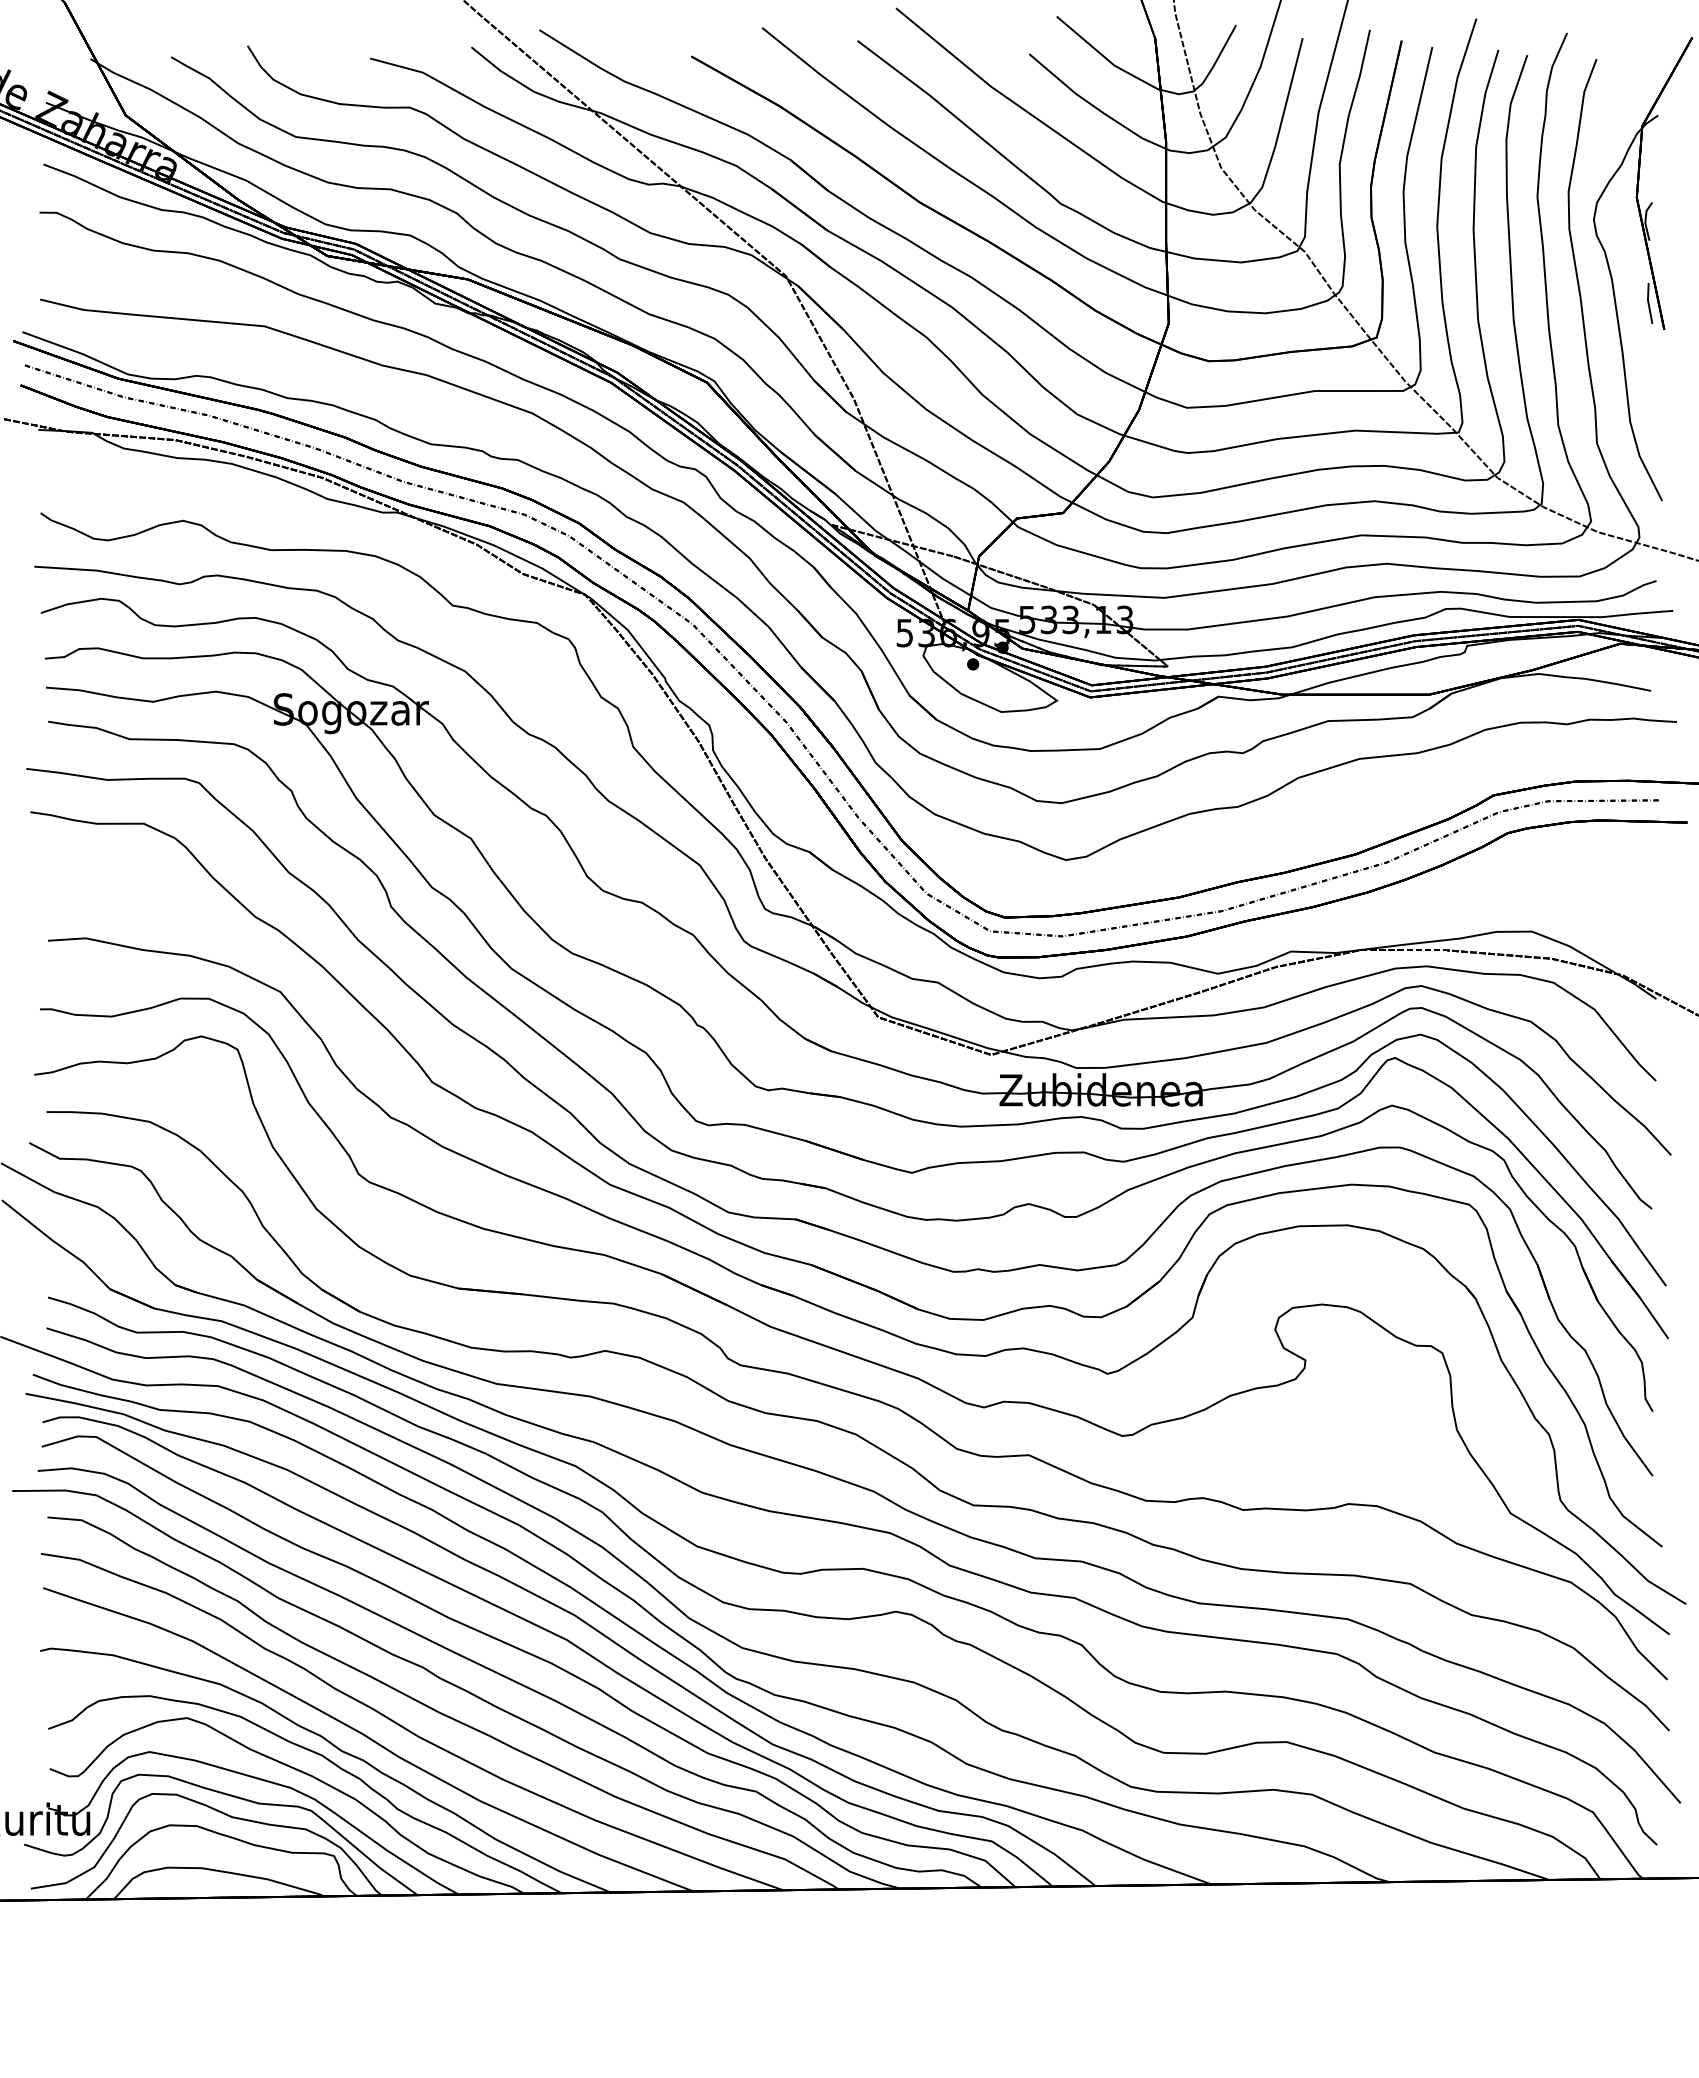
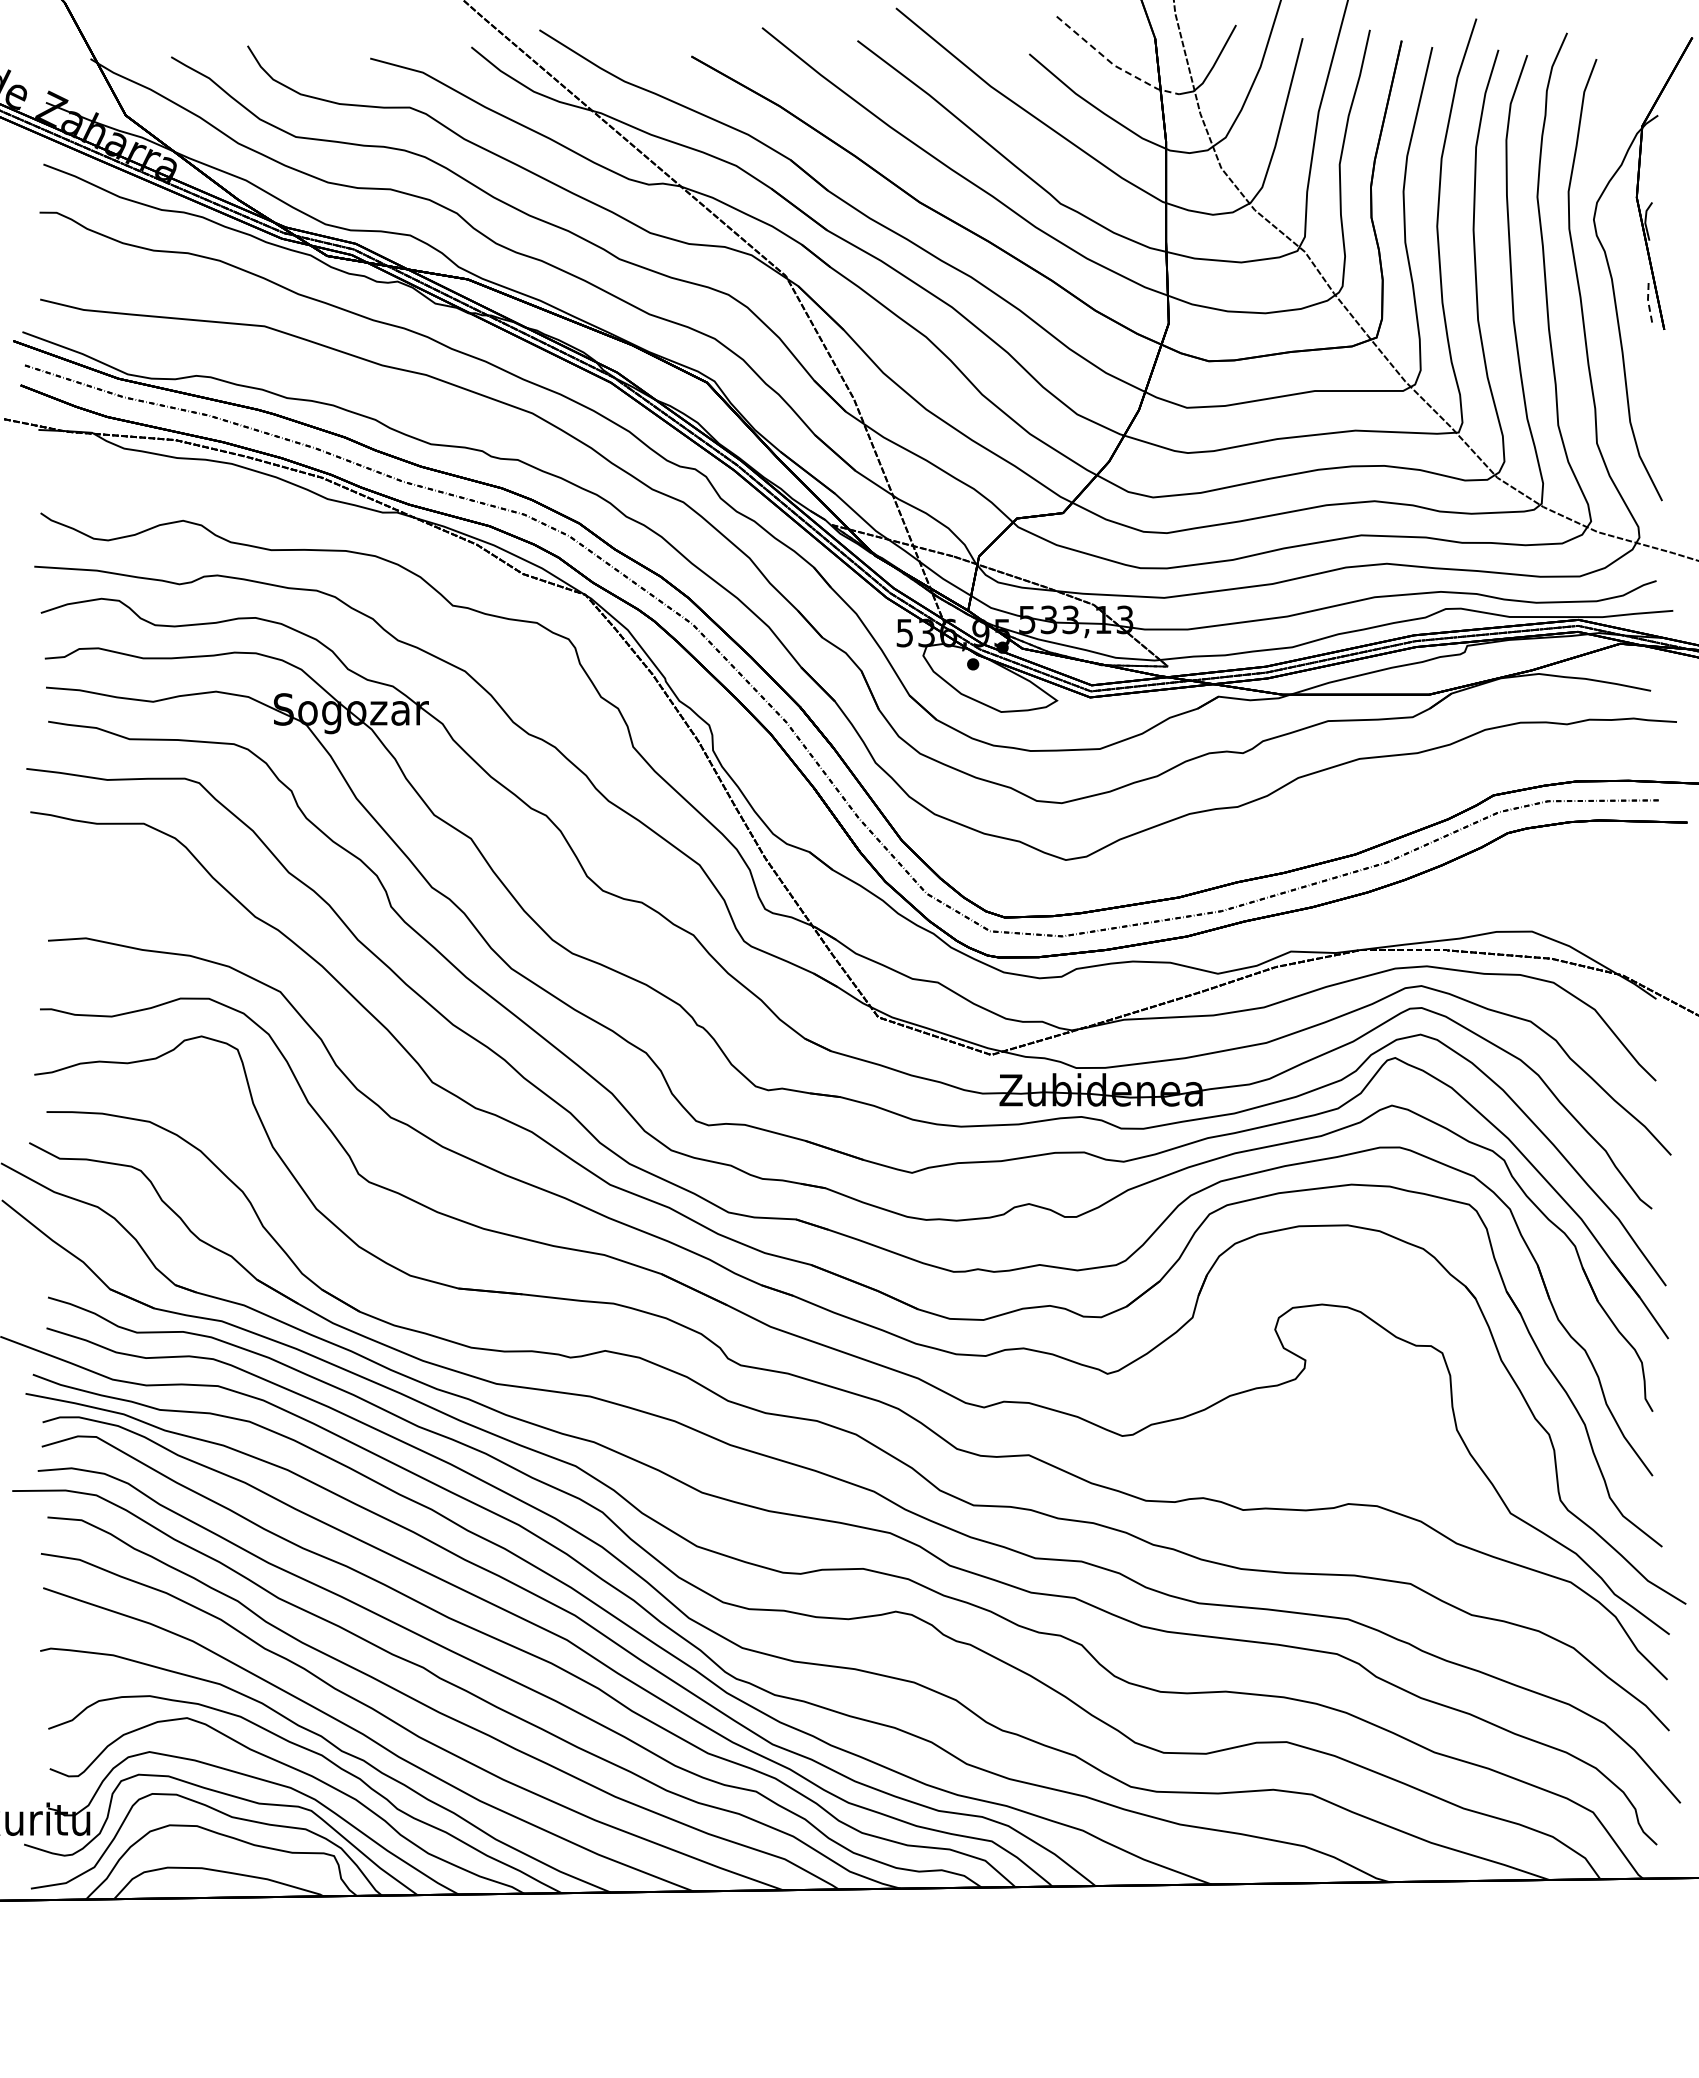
line at (1113, 64): solid -> dashed
line at (1648, 302): solid -> dashed
